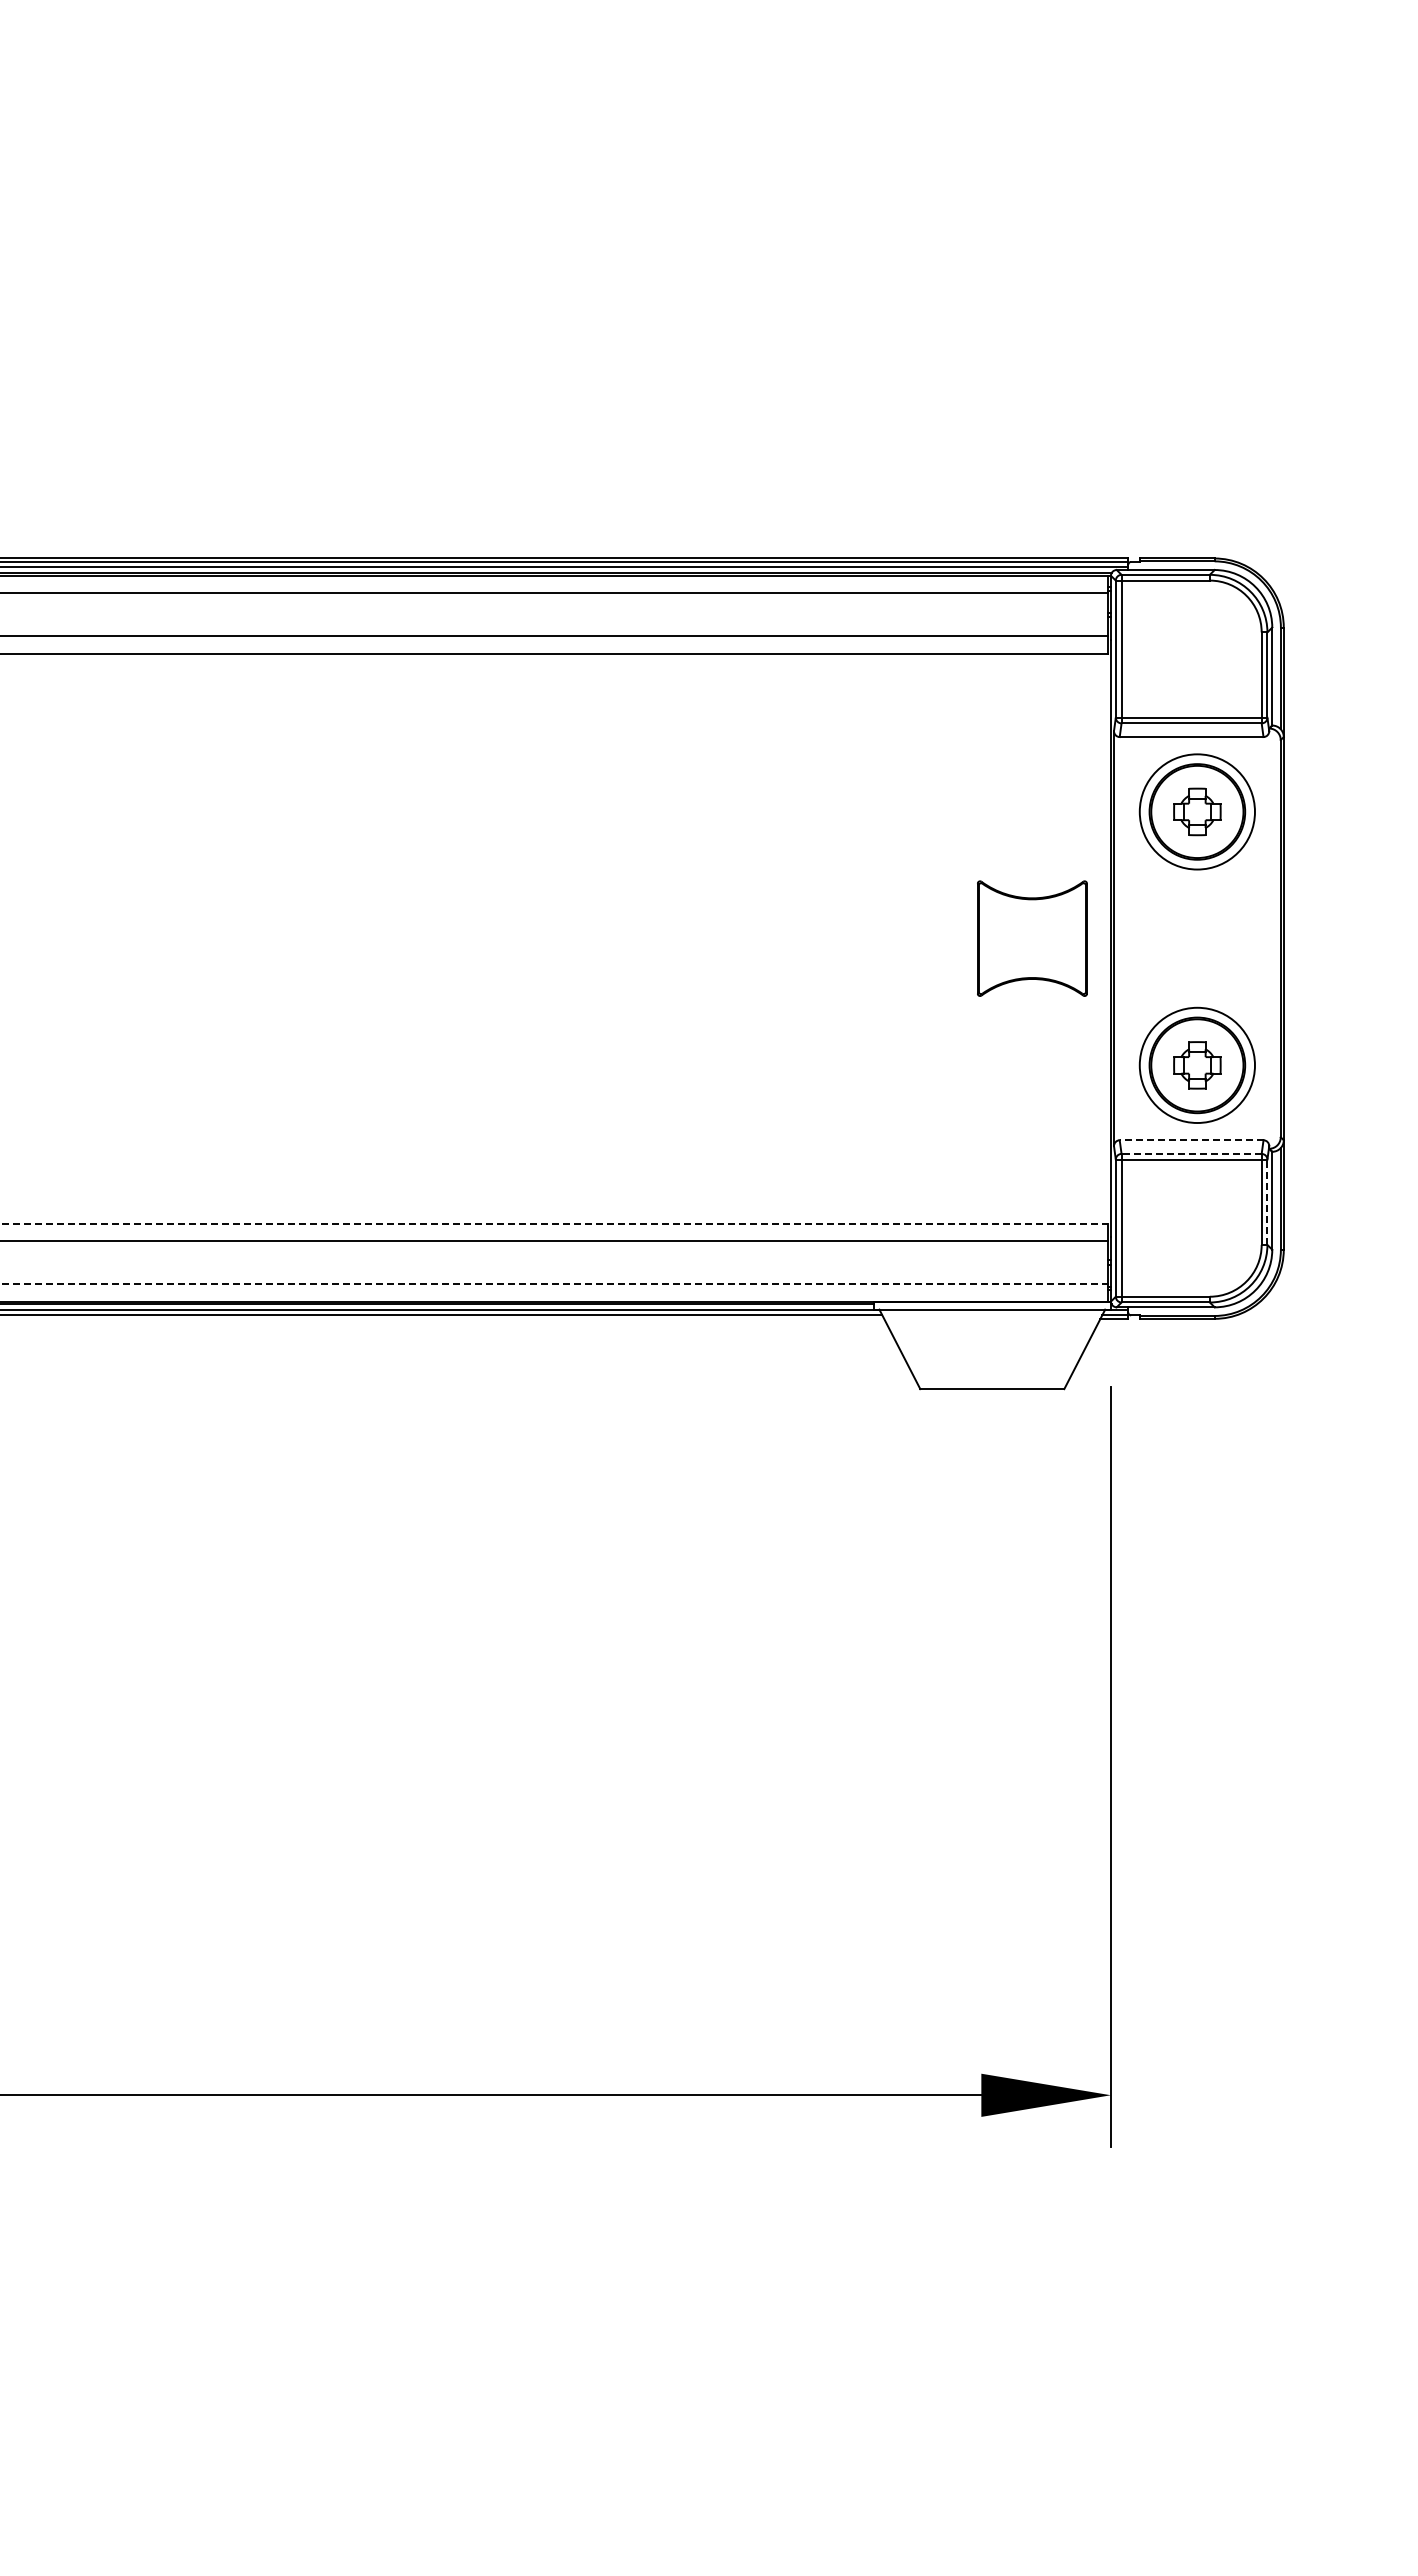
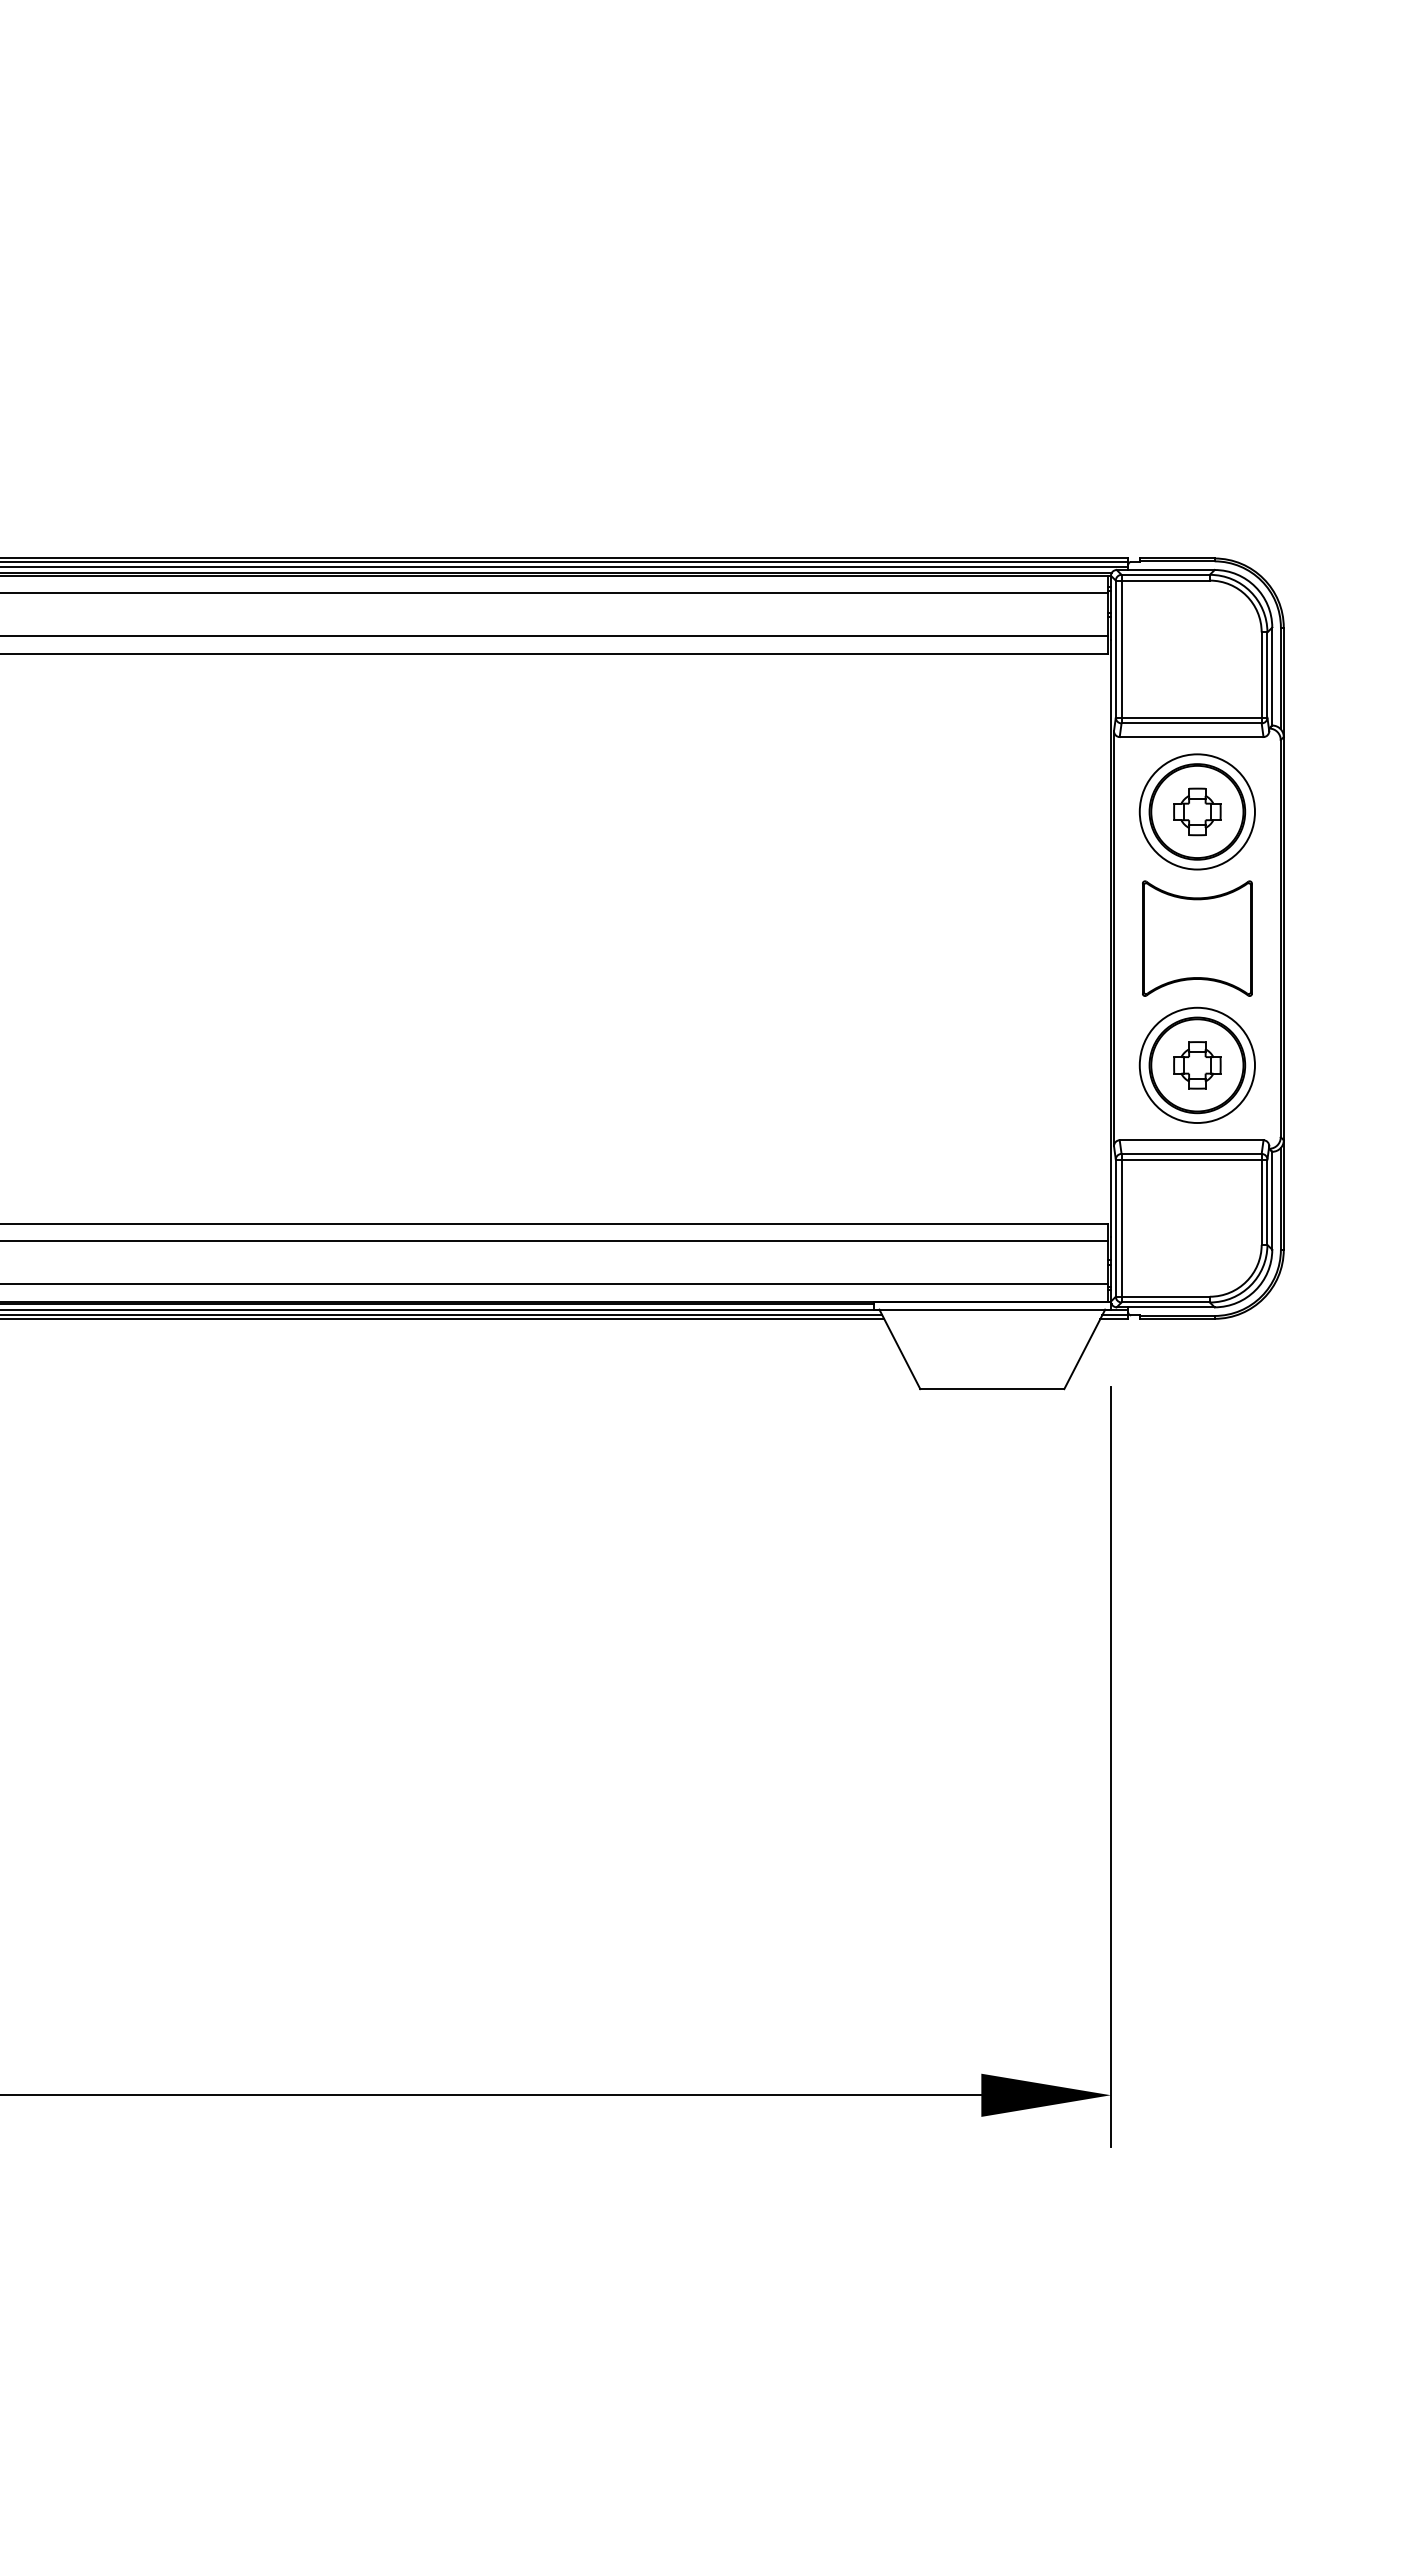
part at (1032, 938) position: (1032, 938) -> (1197, 938)
line at (1191, 1140): dashed -> solid
line at (1191, 1153): dashed -> solid
line at (1267, 1202): dashed -> solid
line at (554, 1223): dashed -> solid
line at (554, 1284): dashed -> solid
line at (443, 1318): none -> present
